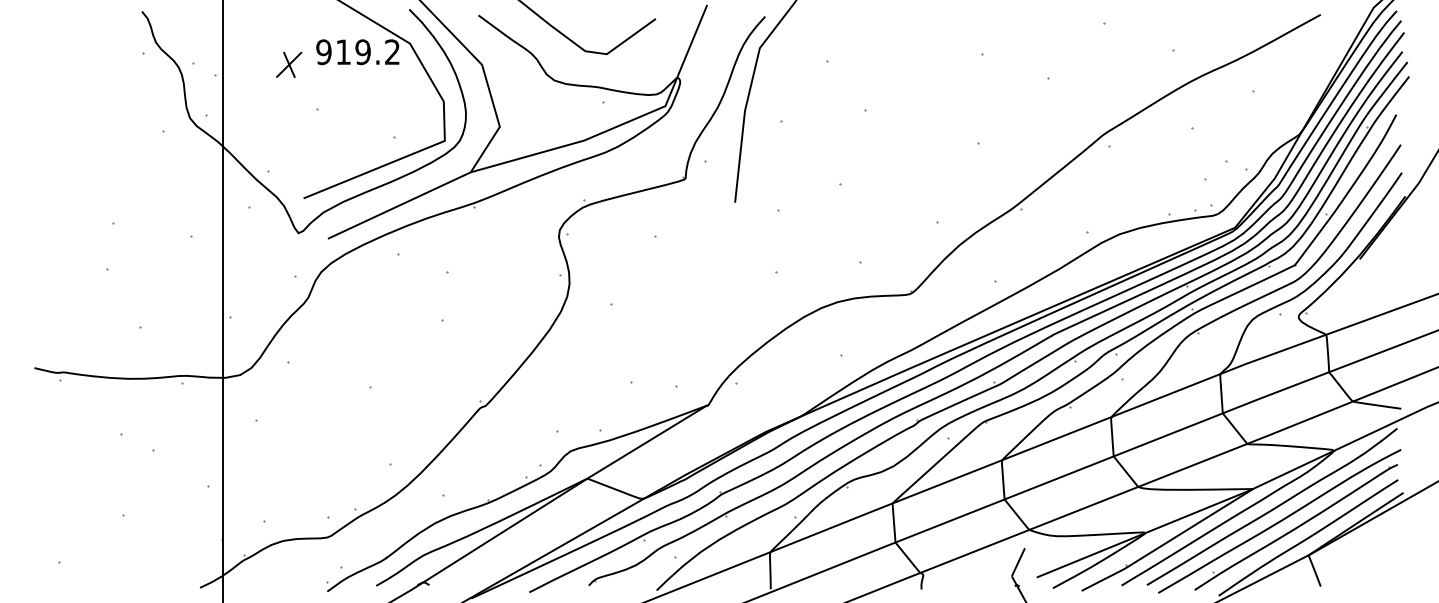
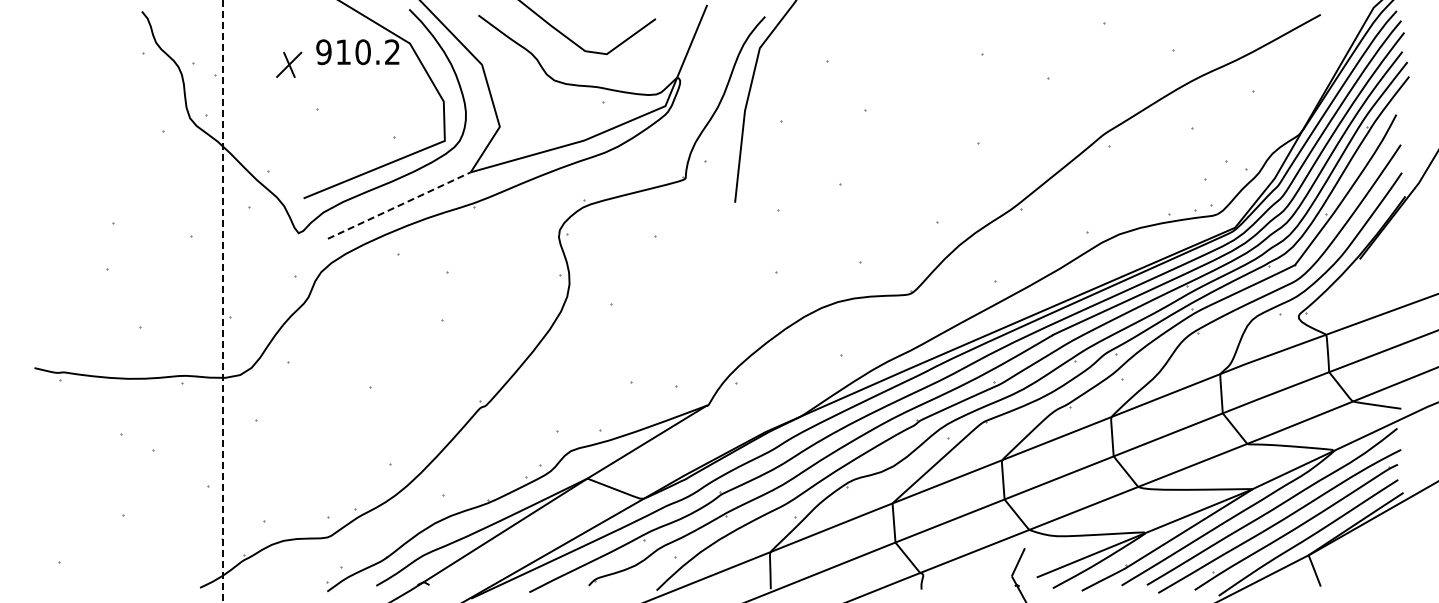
text at (362, 52): 919.2 -> 910.2
line at (399, 205): solid -> dashed
line at (223, 300): solid -> dashed
